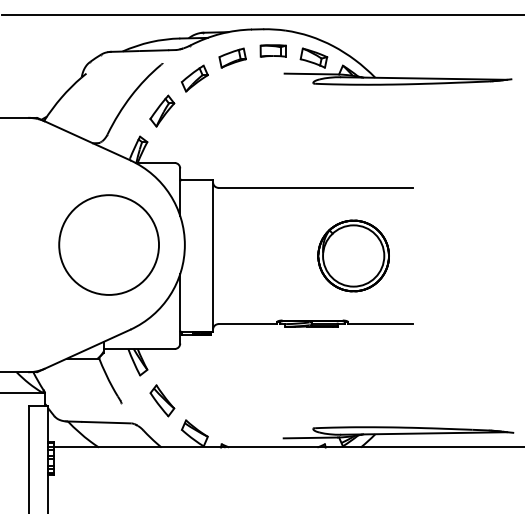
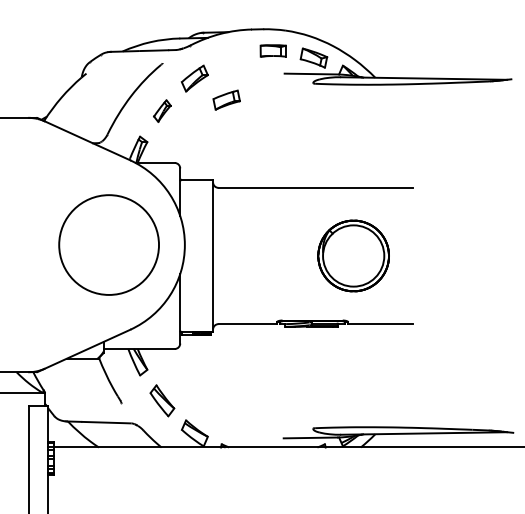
line at (261, 15): present -> none
part at (232, 57) position: (232, 57) -> (226, 99)
part at (162, 110) size: 27x34 px -> 19x24 px
